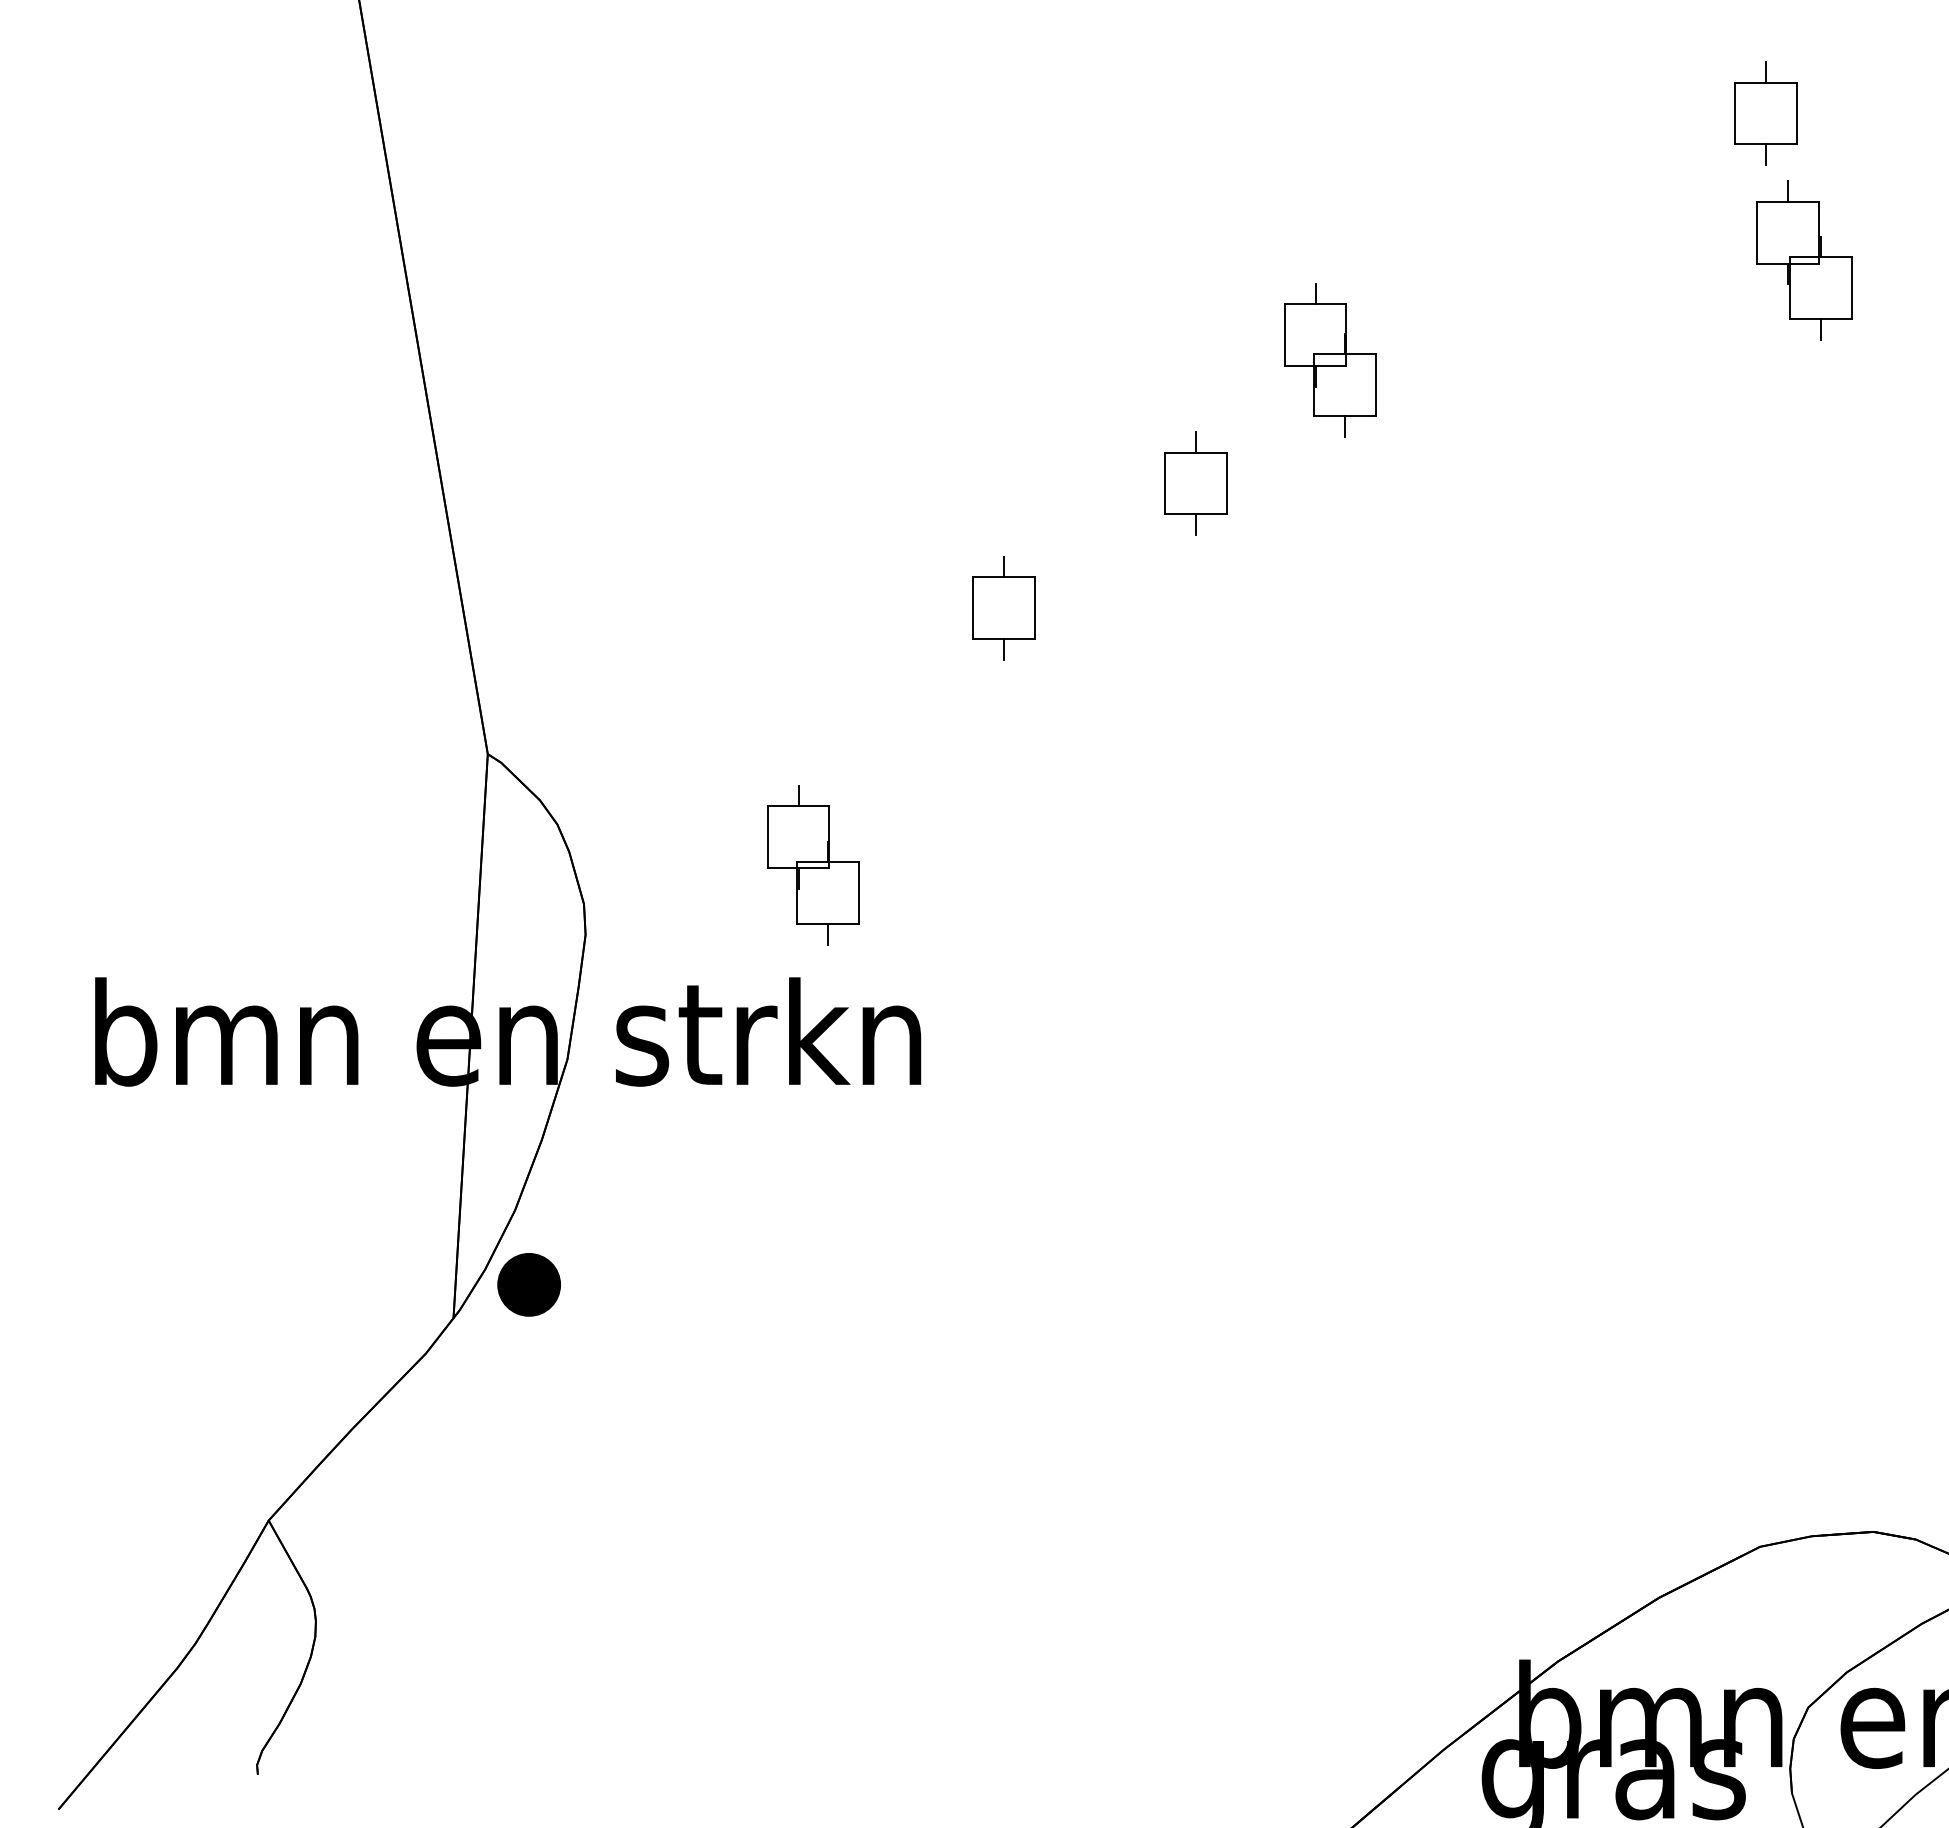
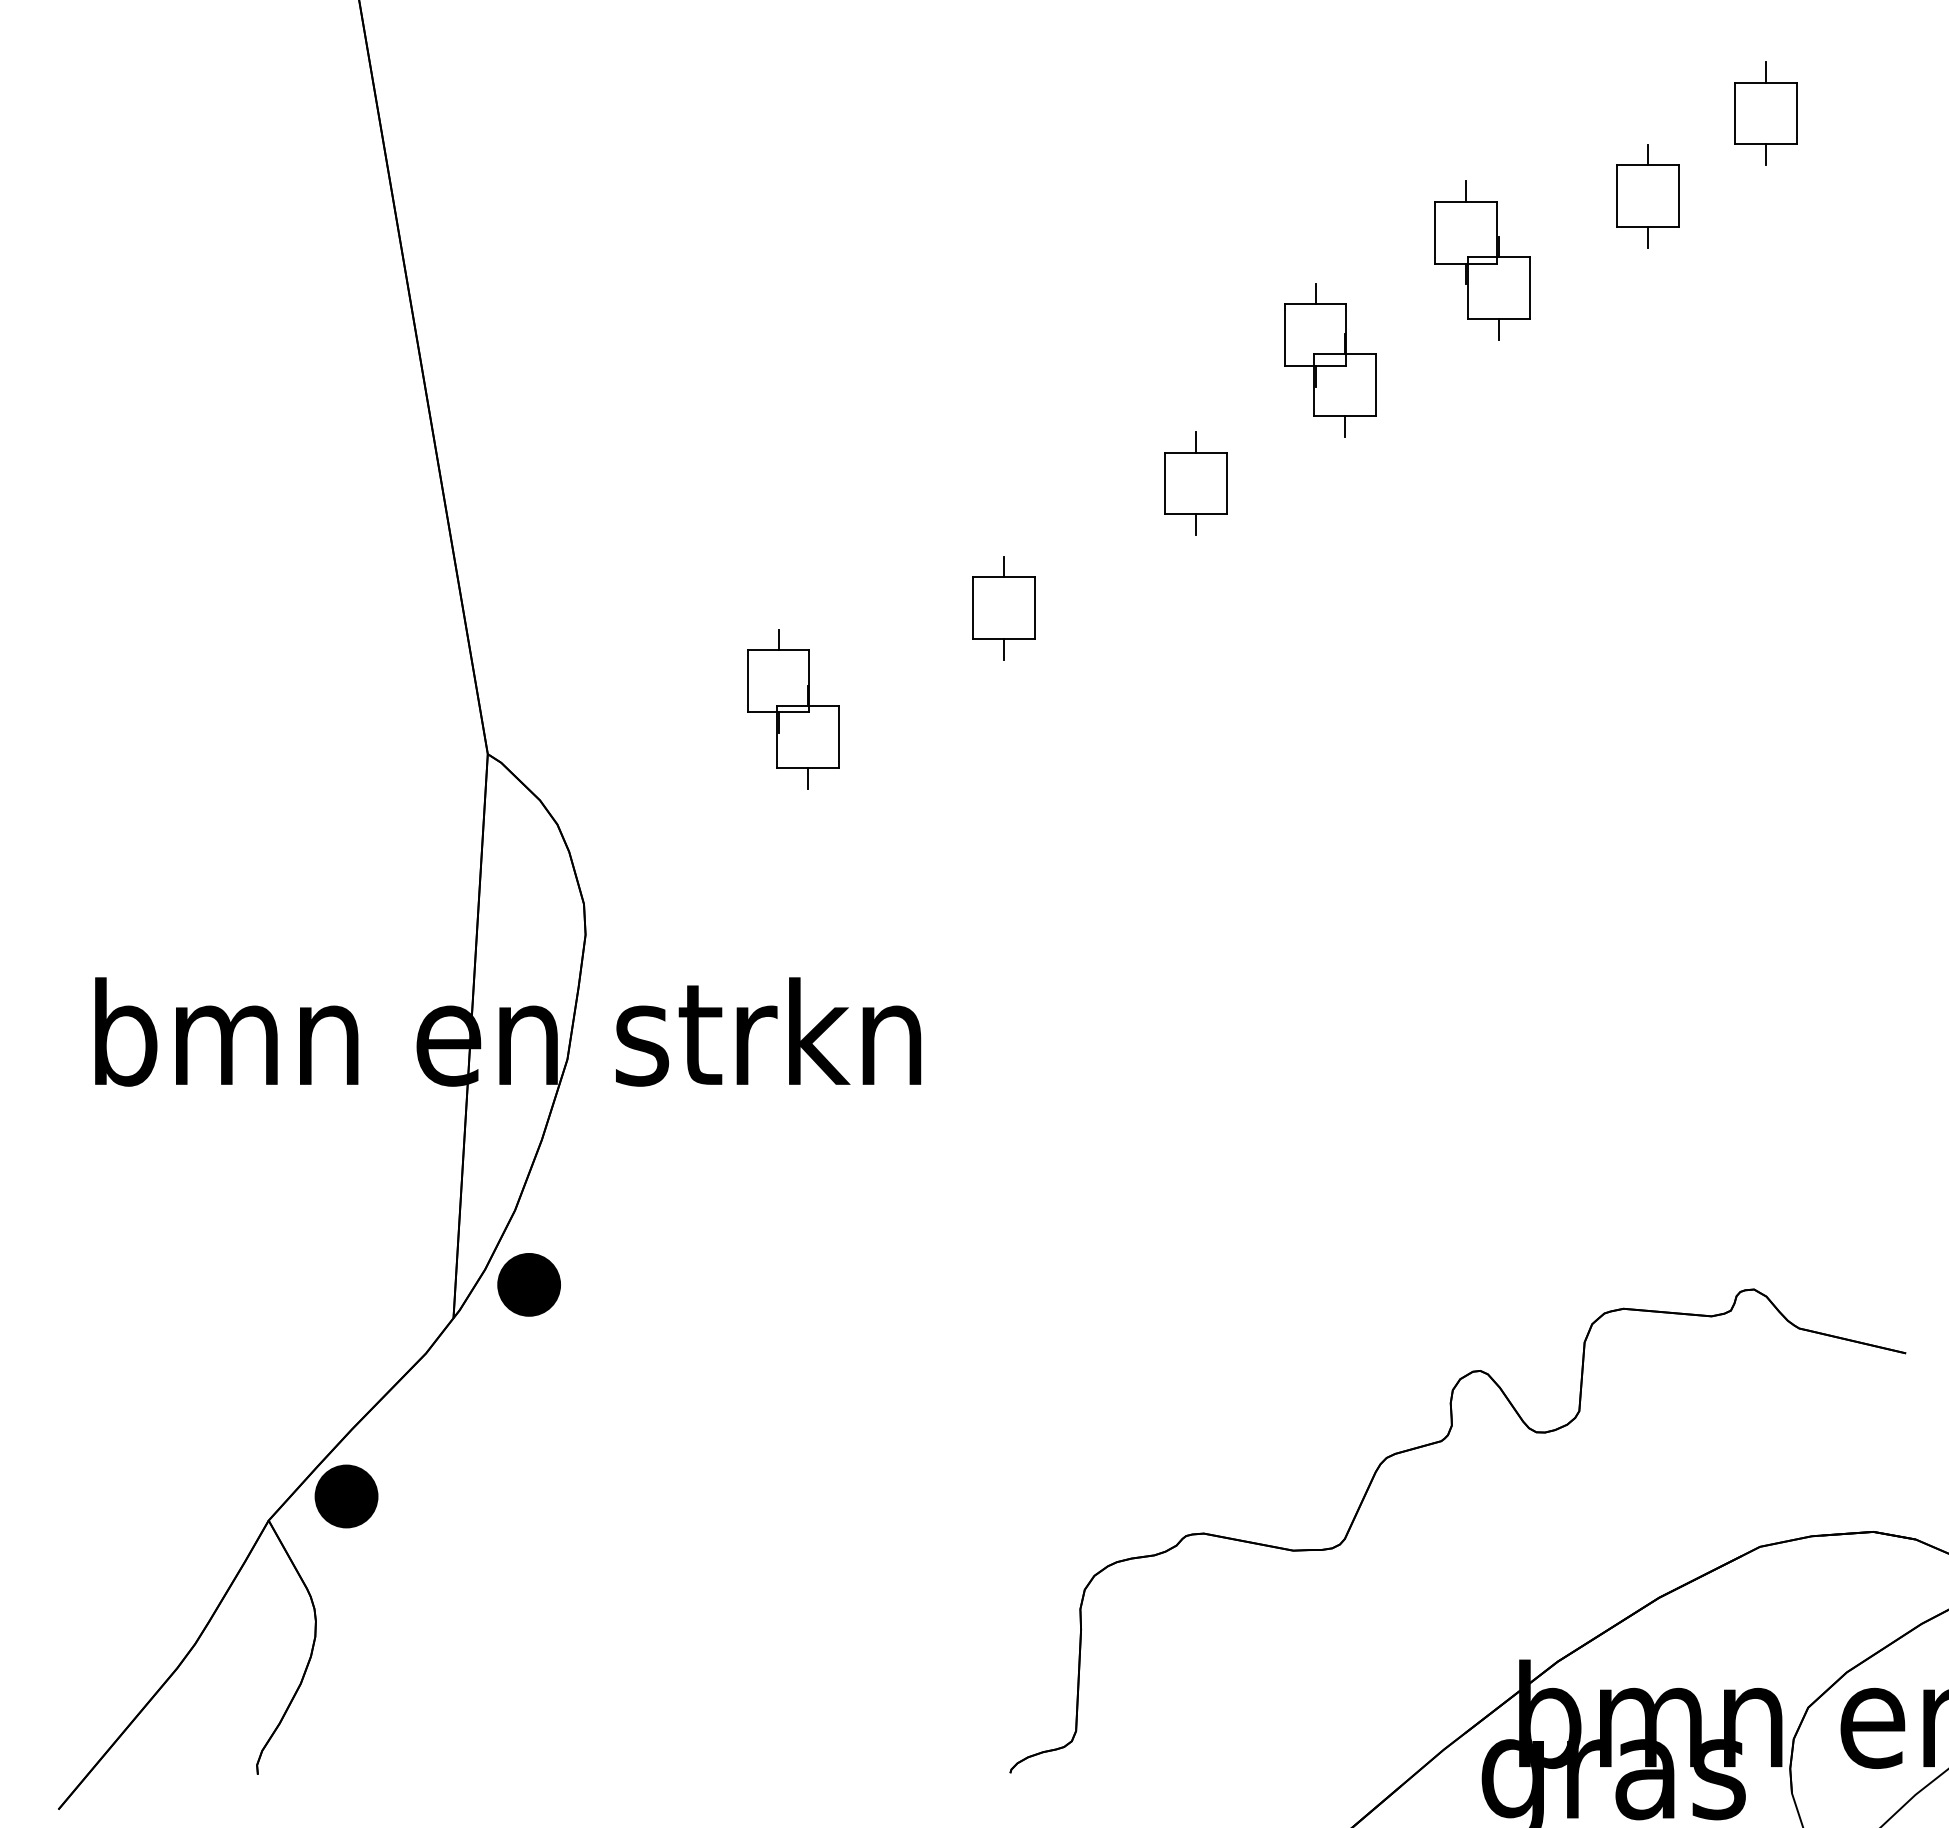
part at (1647, 196): none -> present
part at (1804, 260) position: (1804, 260) -> (1482, 260)
part at (813, 865) position: (813, 865) -> (793, 709)
part at (1434, 1444): none -> present
part at (346, 1496): none -> present
